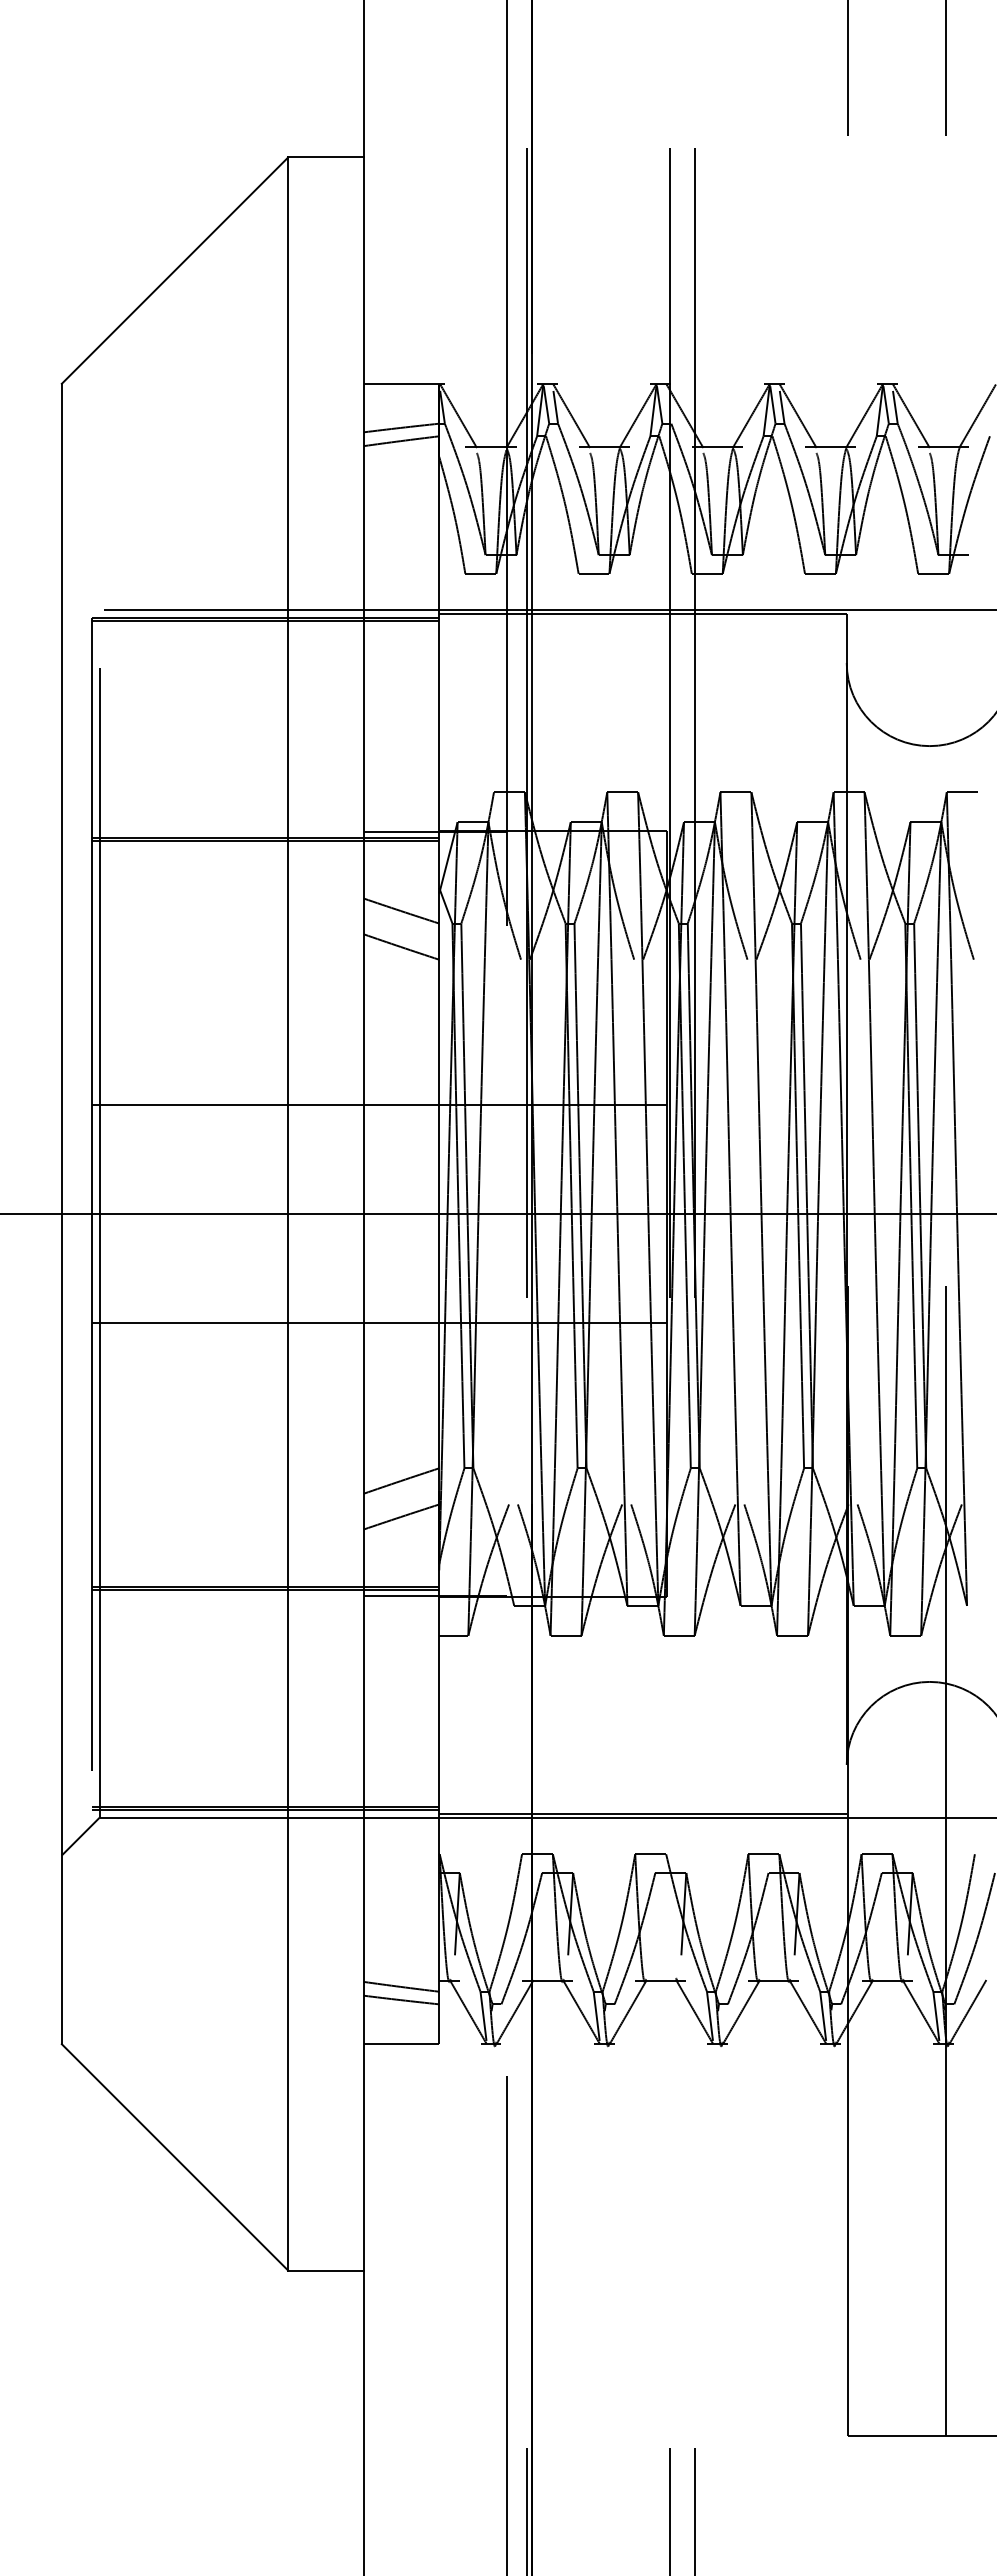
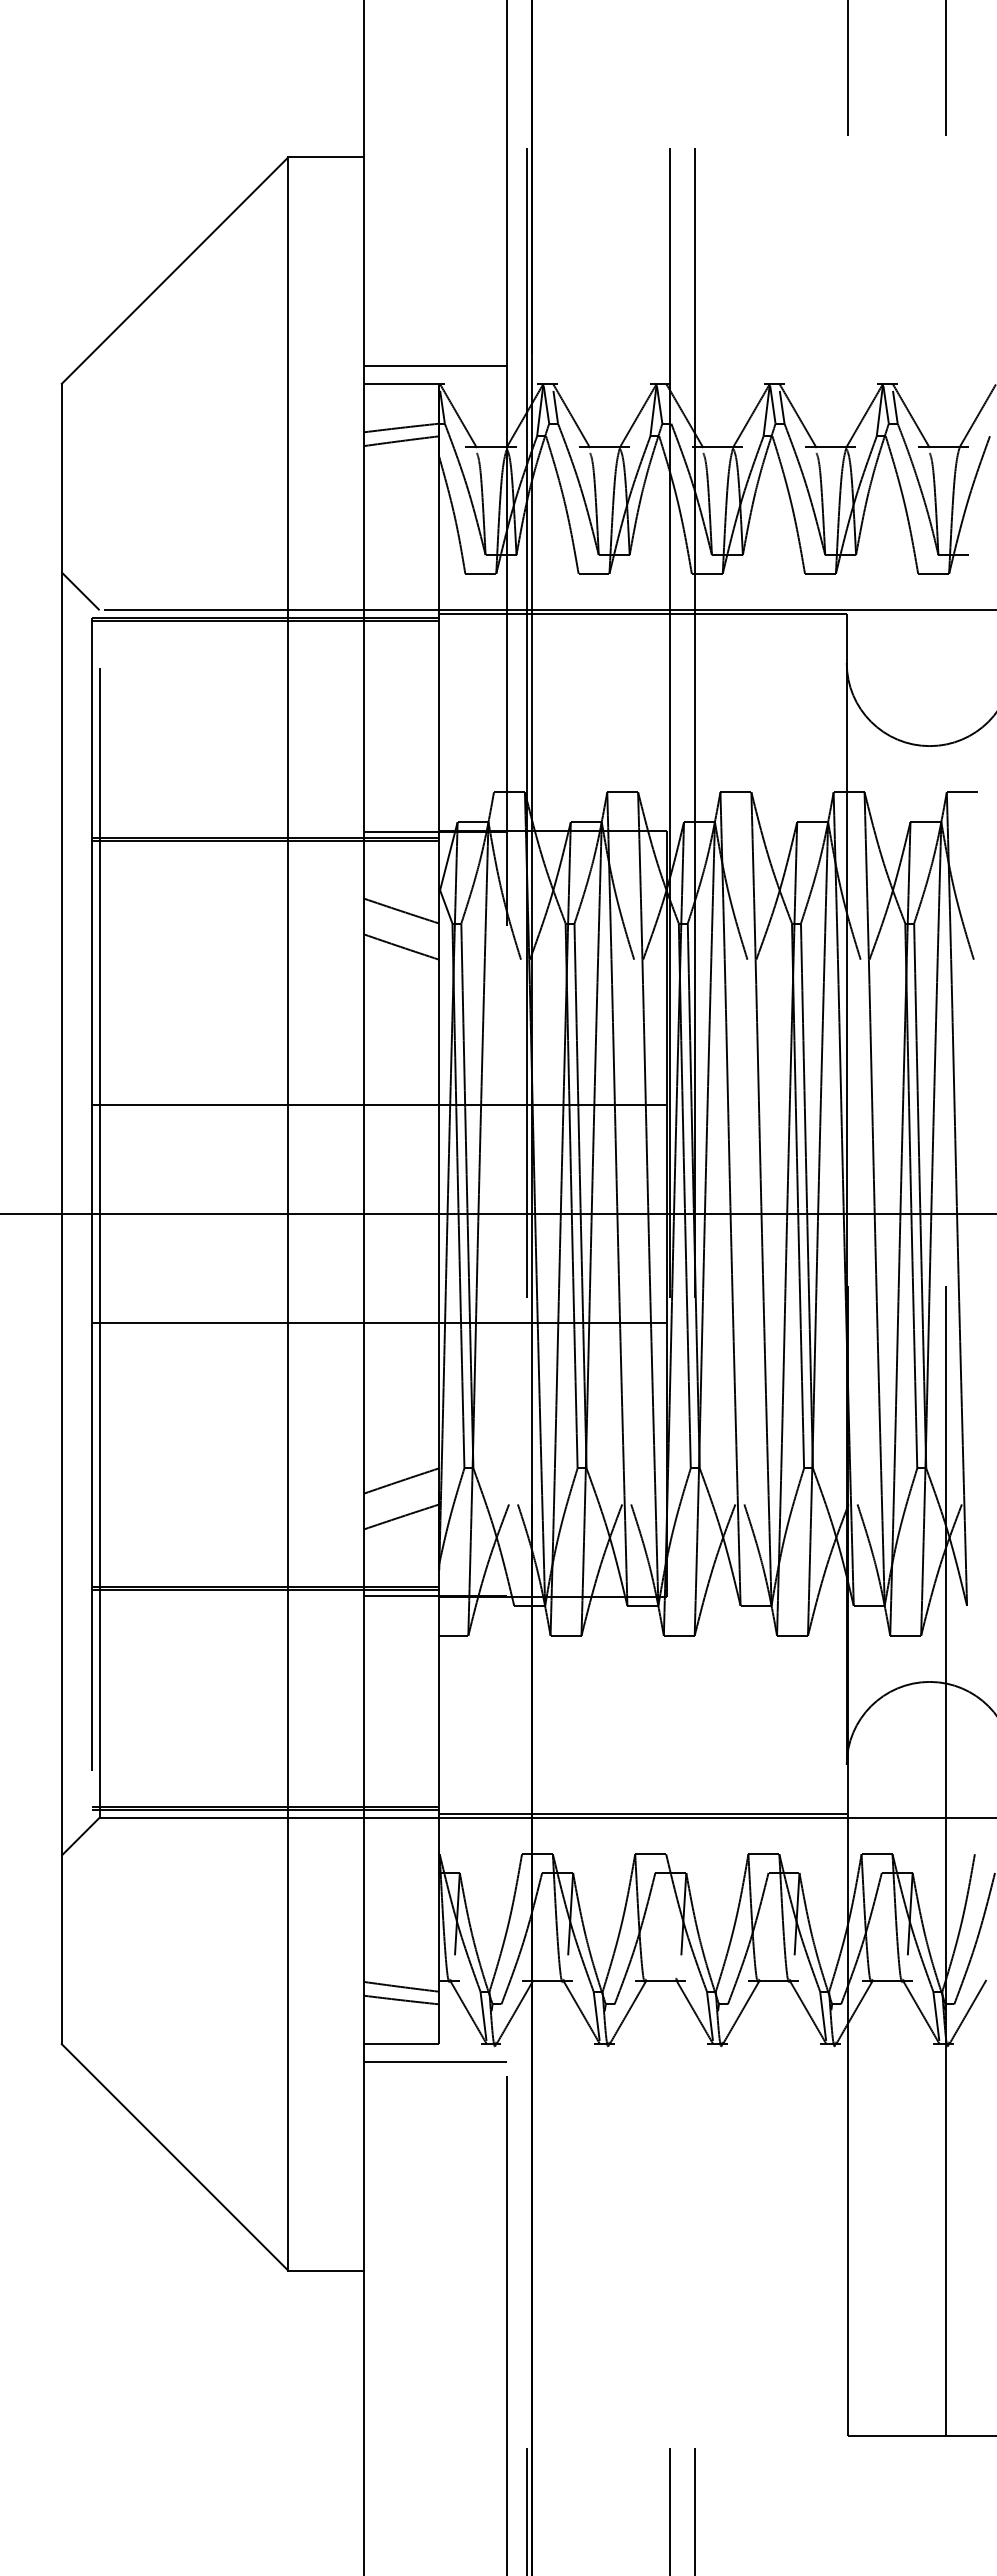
line at (434, 365): none -> present
line at (80, 591): none -> present
line at (434, 2062): none -> present
